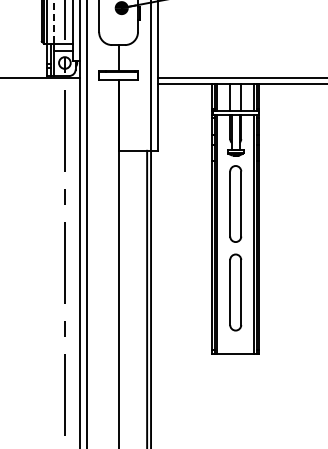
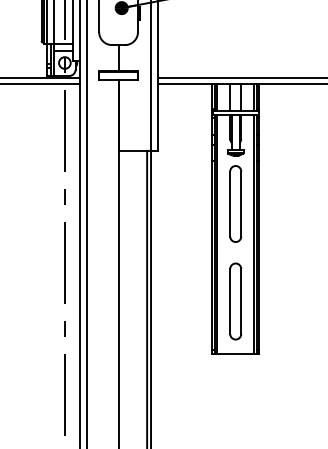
line at (54, 21): dashed -> solid
line at (40, 83): none -> present
part at (235, 292) position: (235, 292) -> (235, 301)
